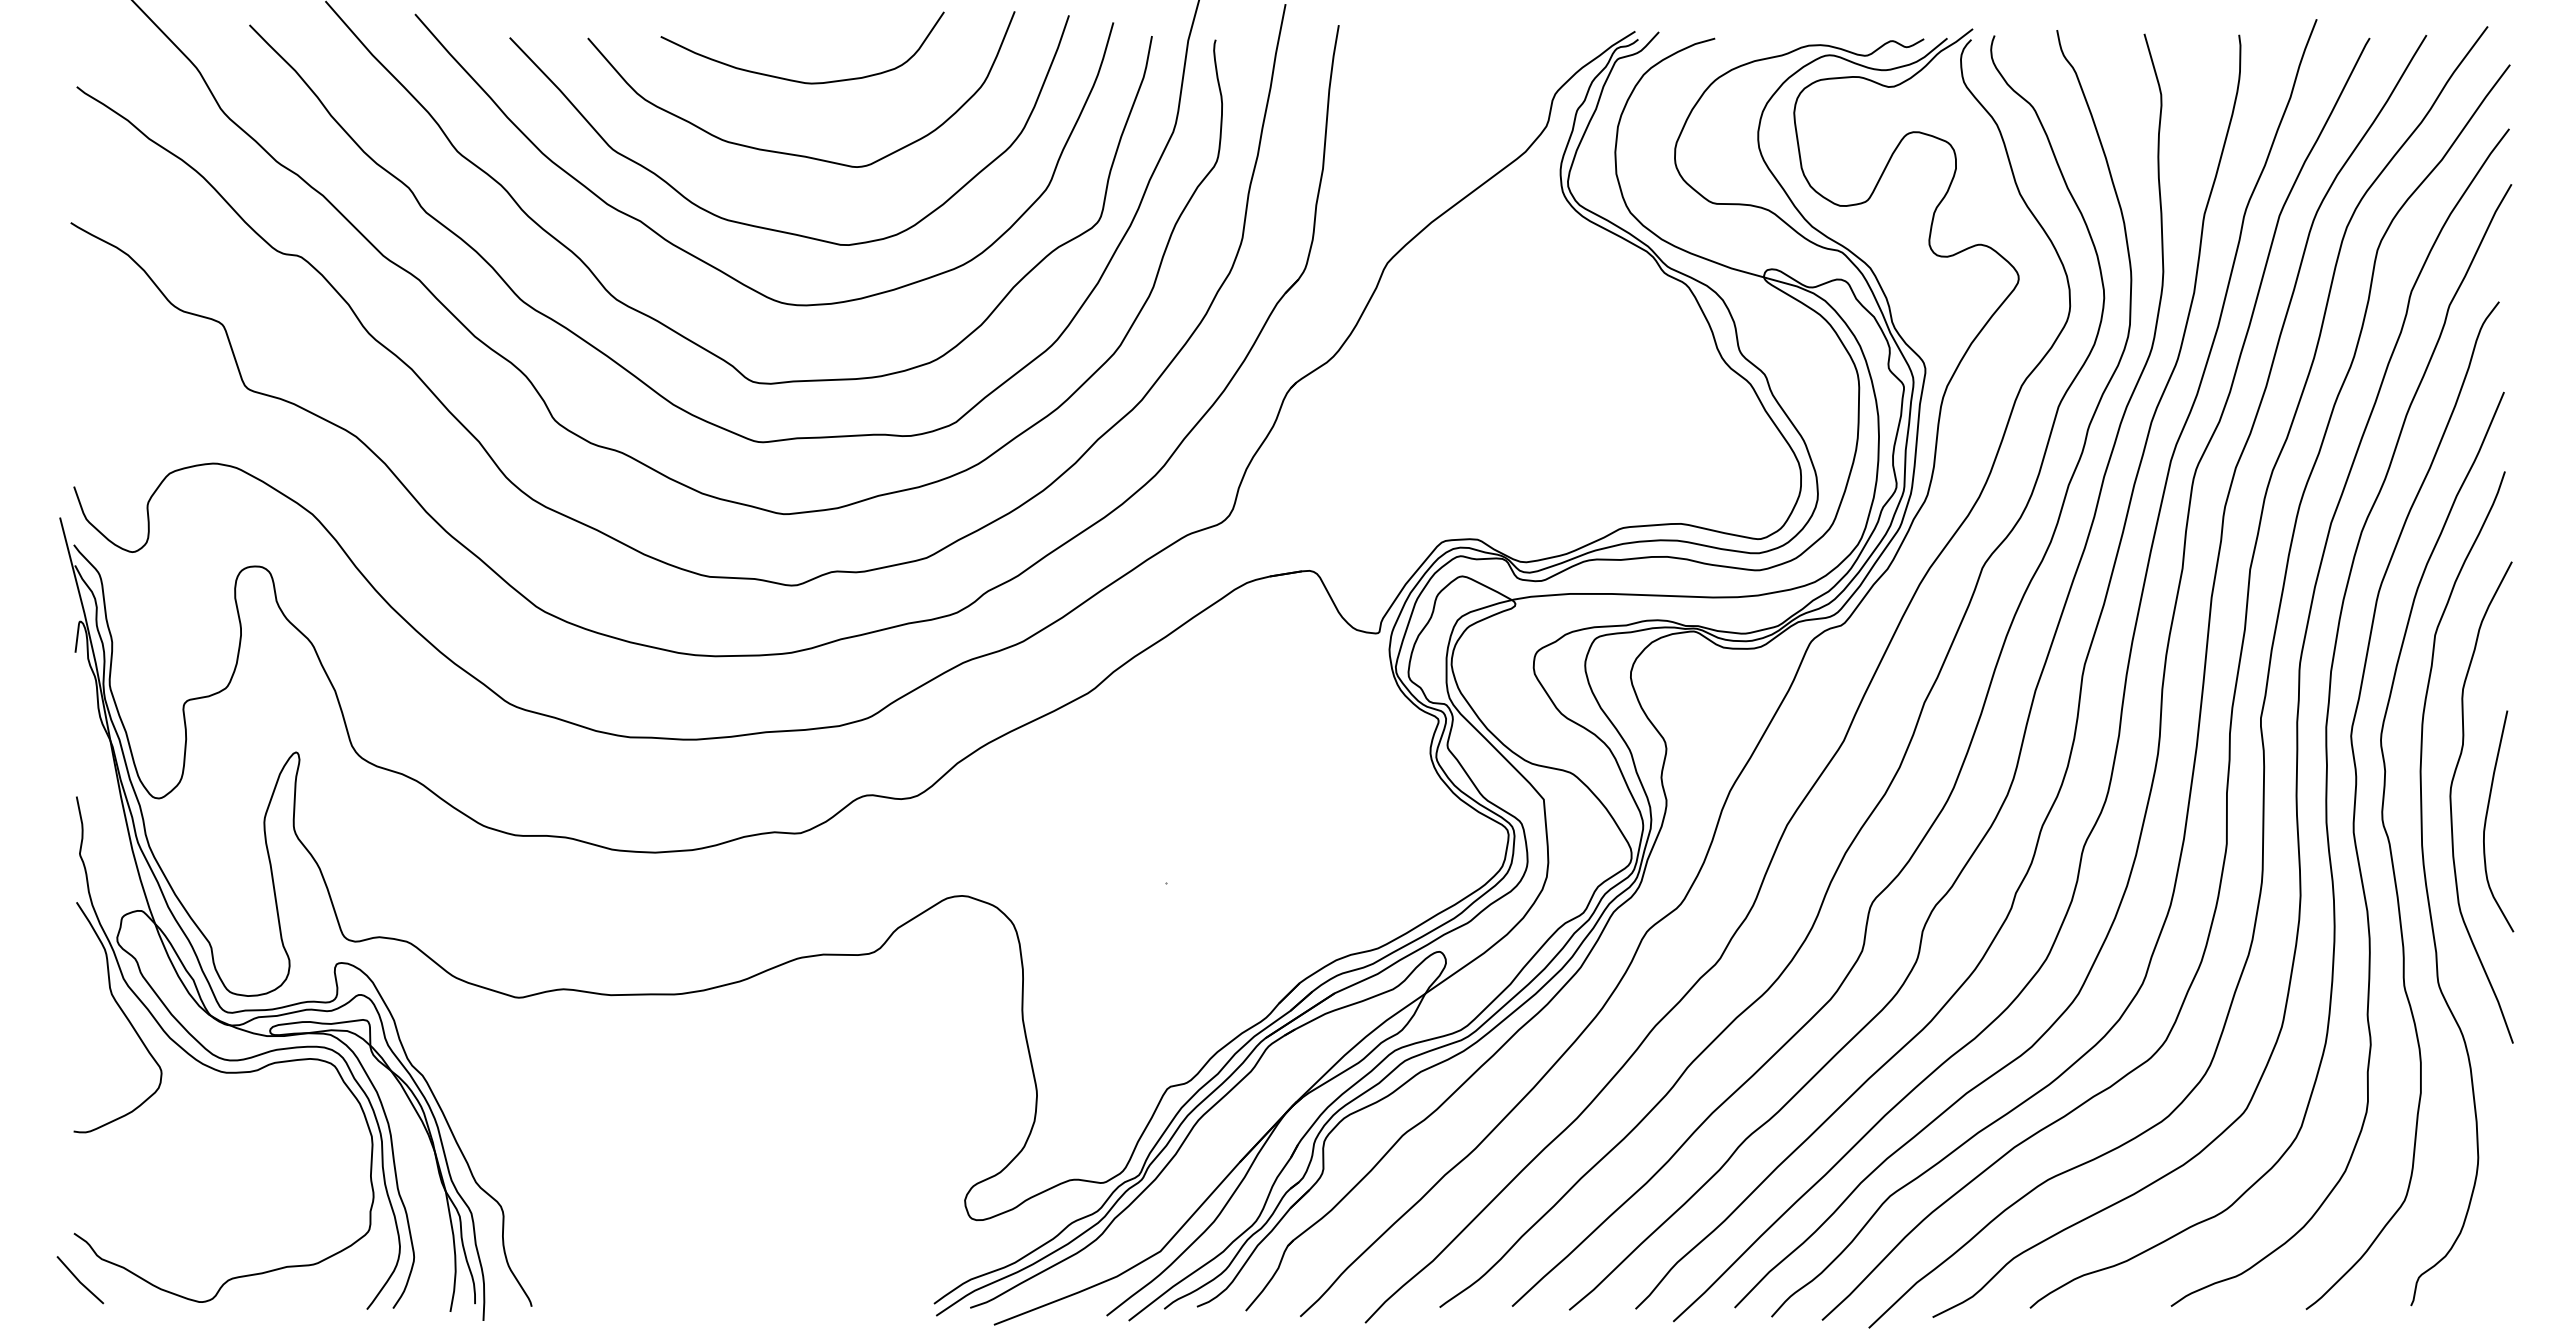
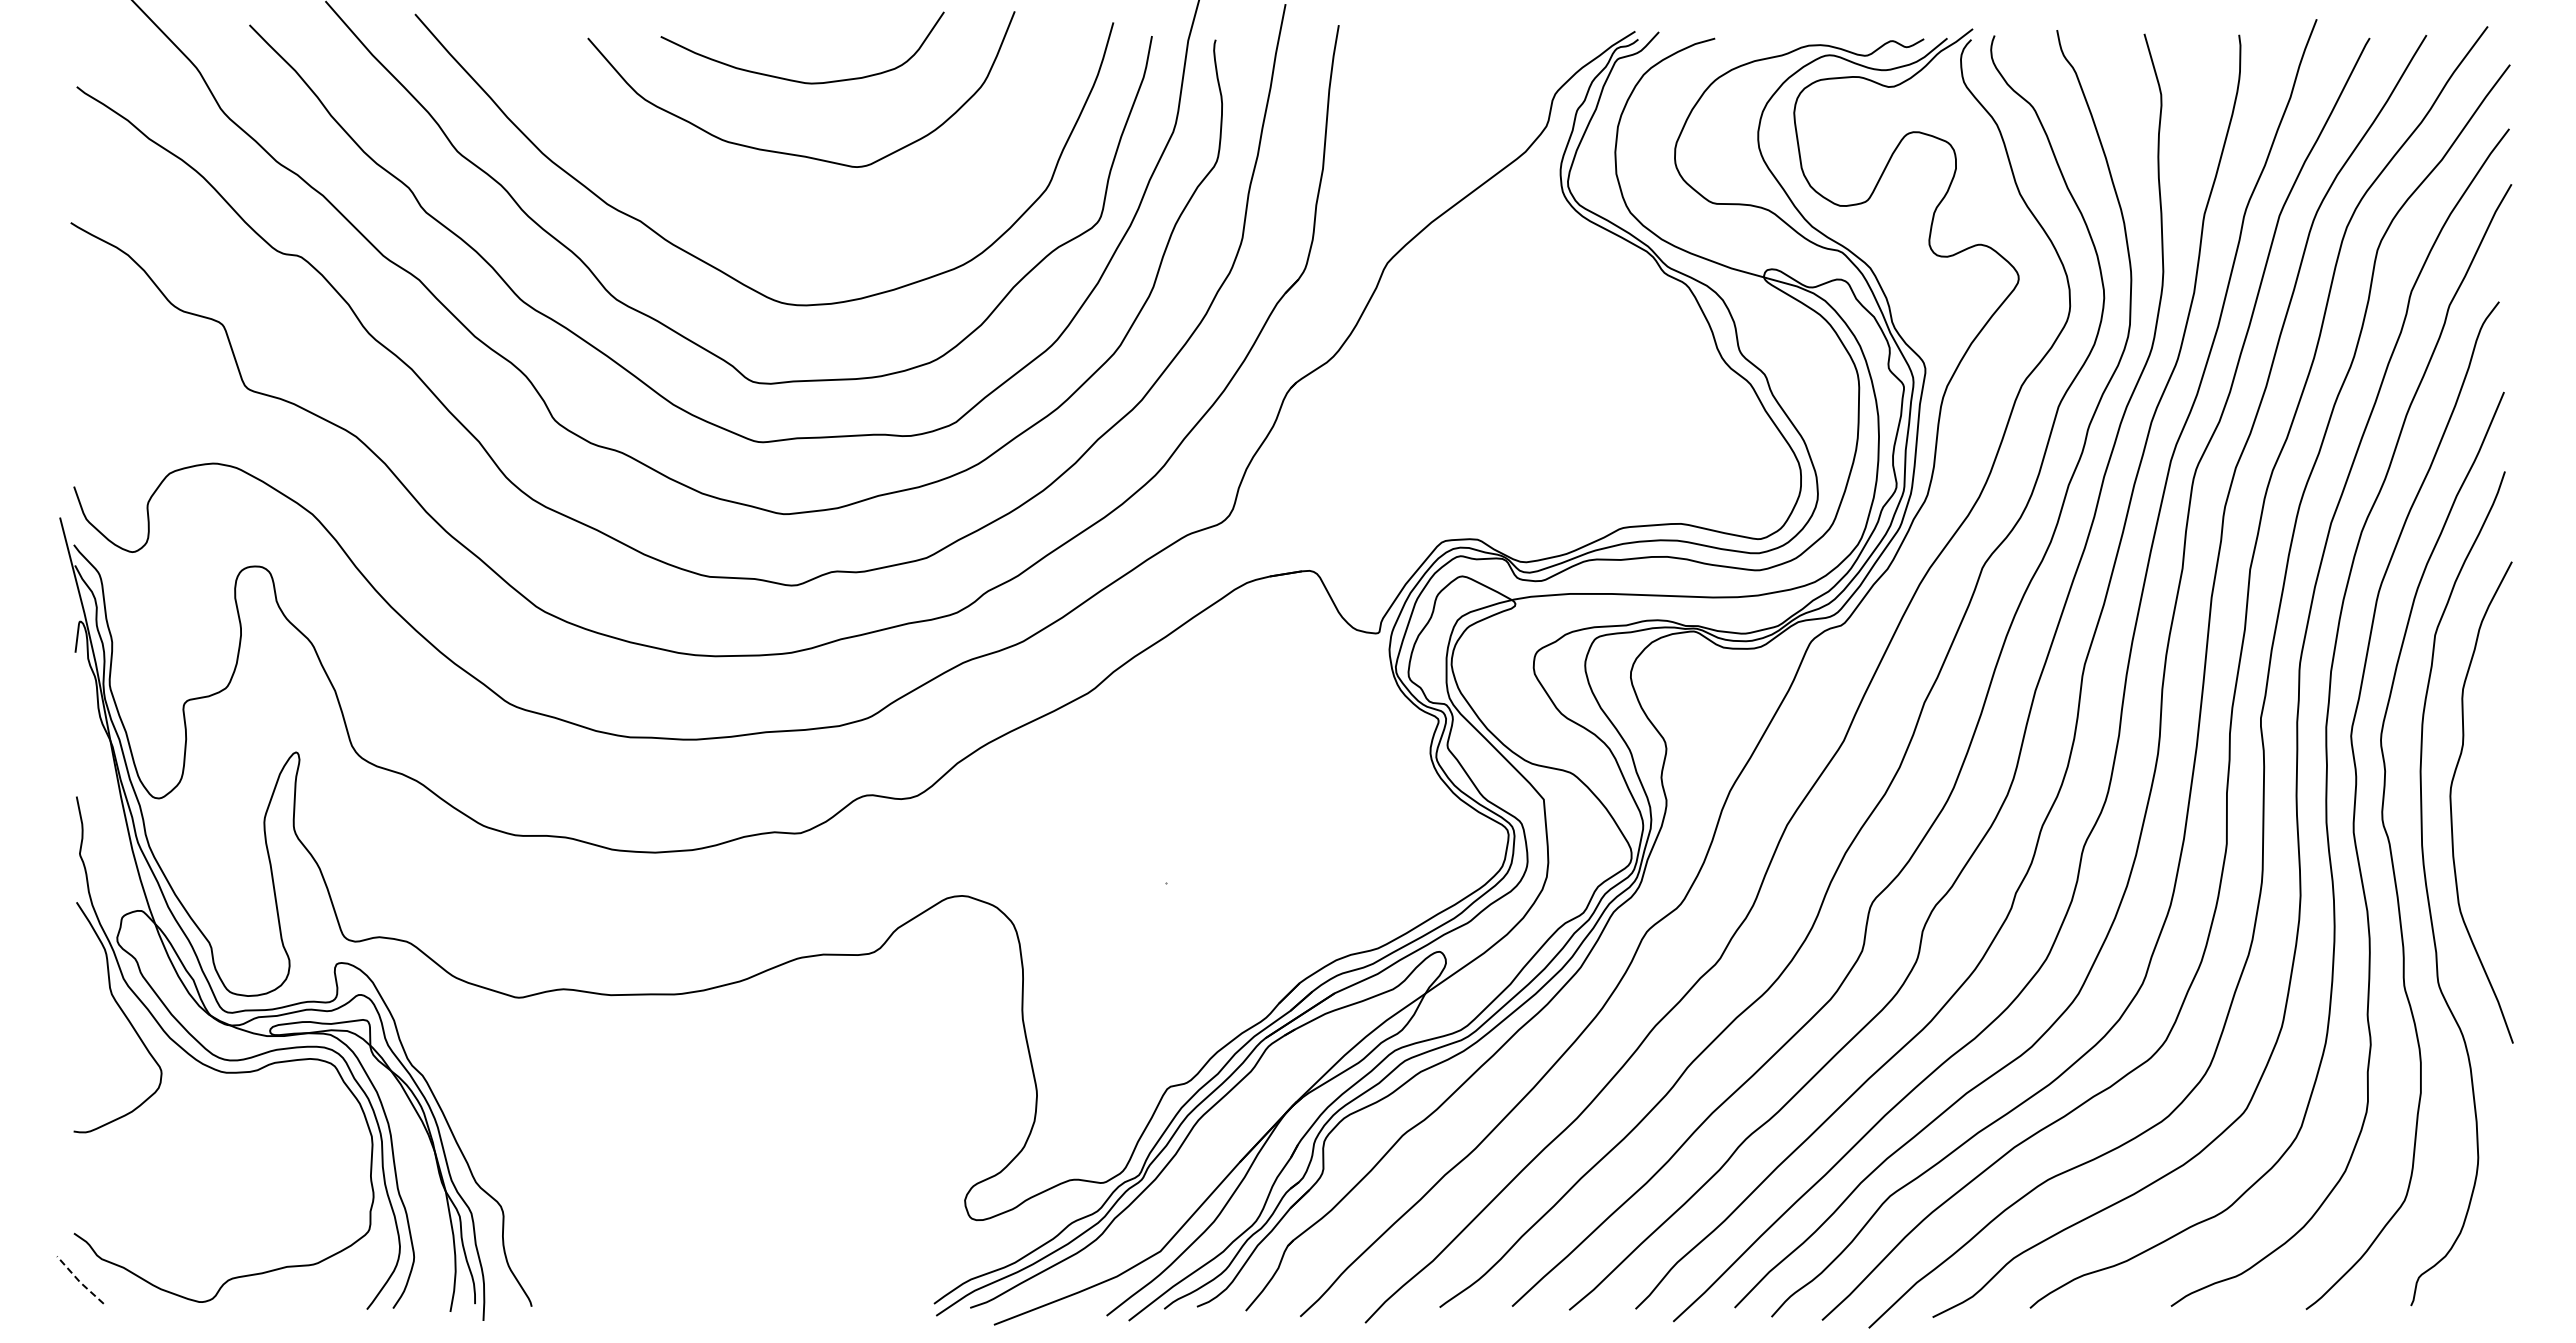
curve at (771, 228): present -> none
curve at (2486, 821): present -> none
line at (79, 1281): solid -> dashed
